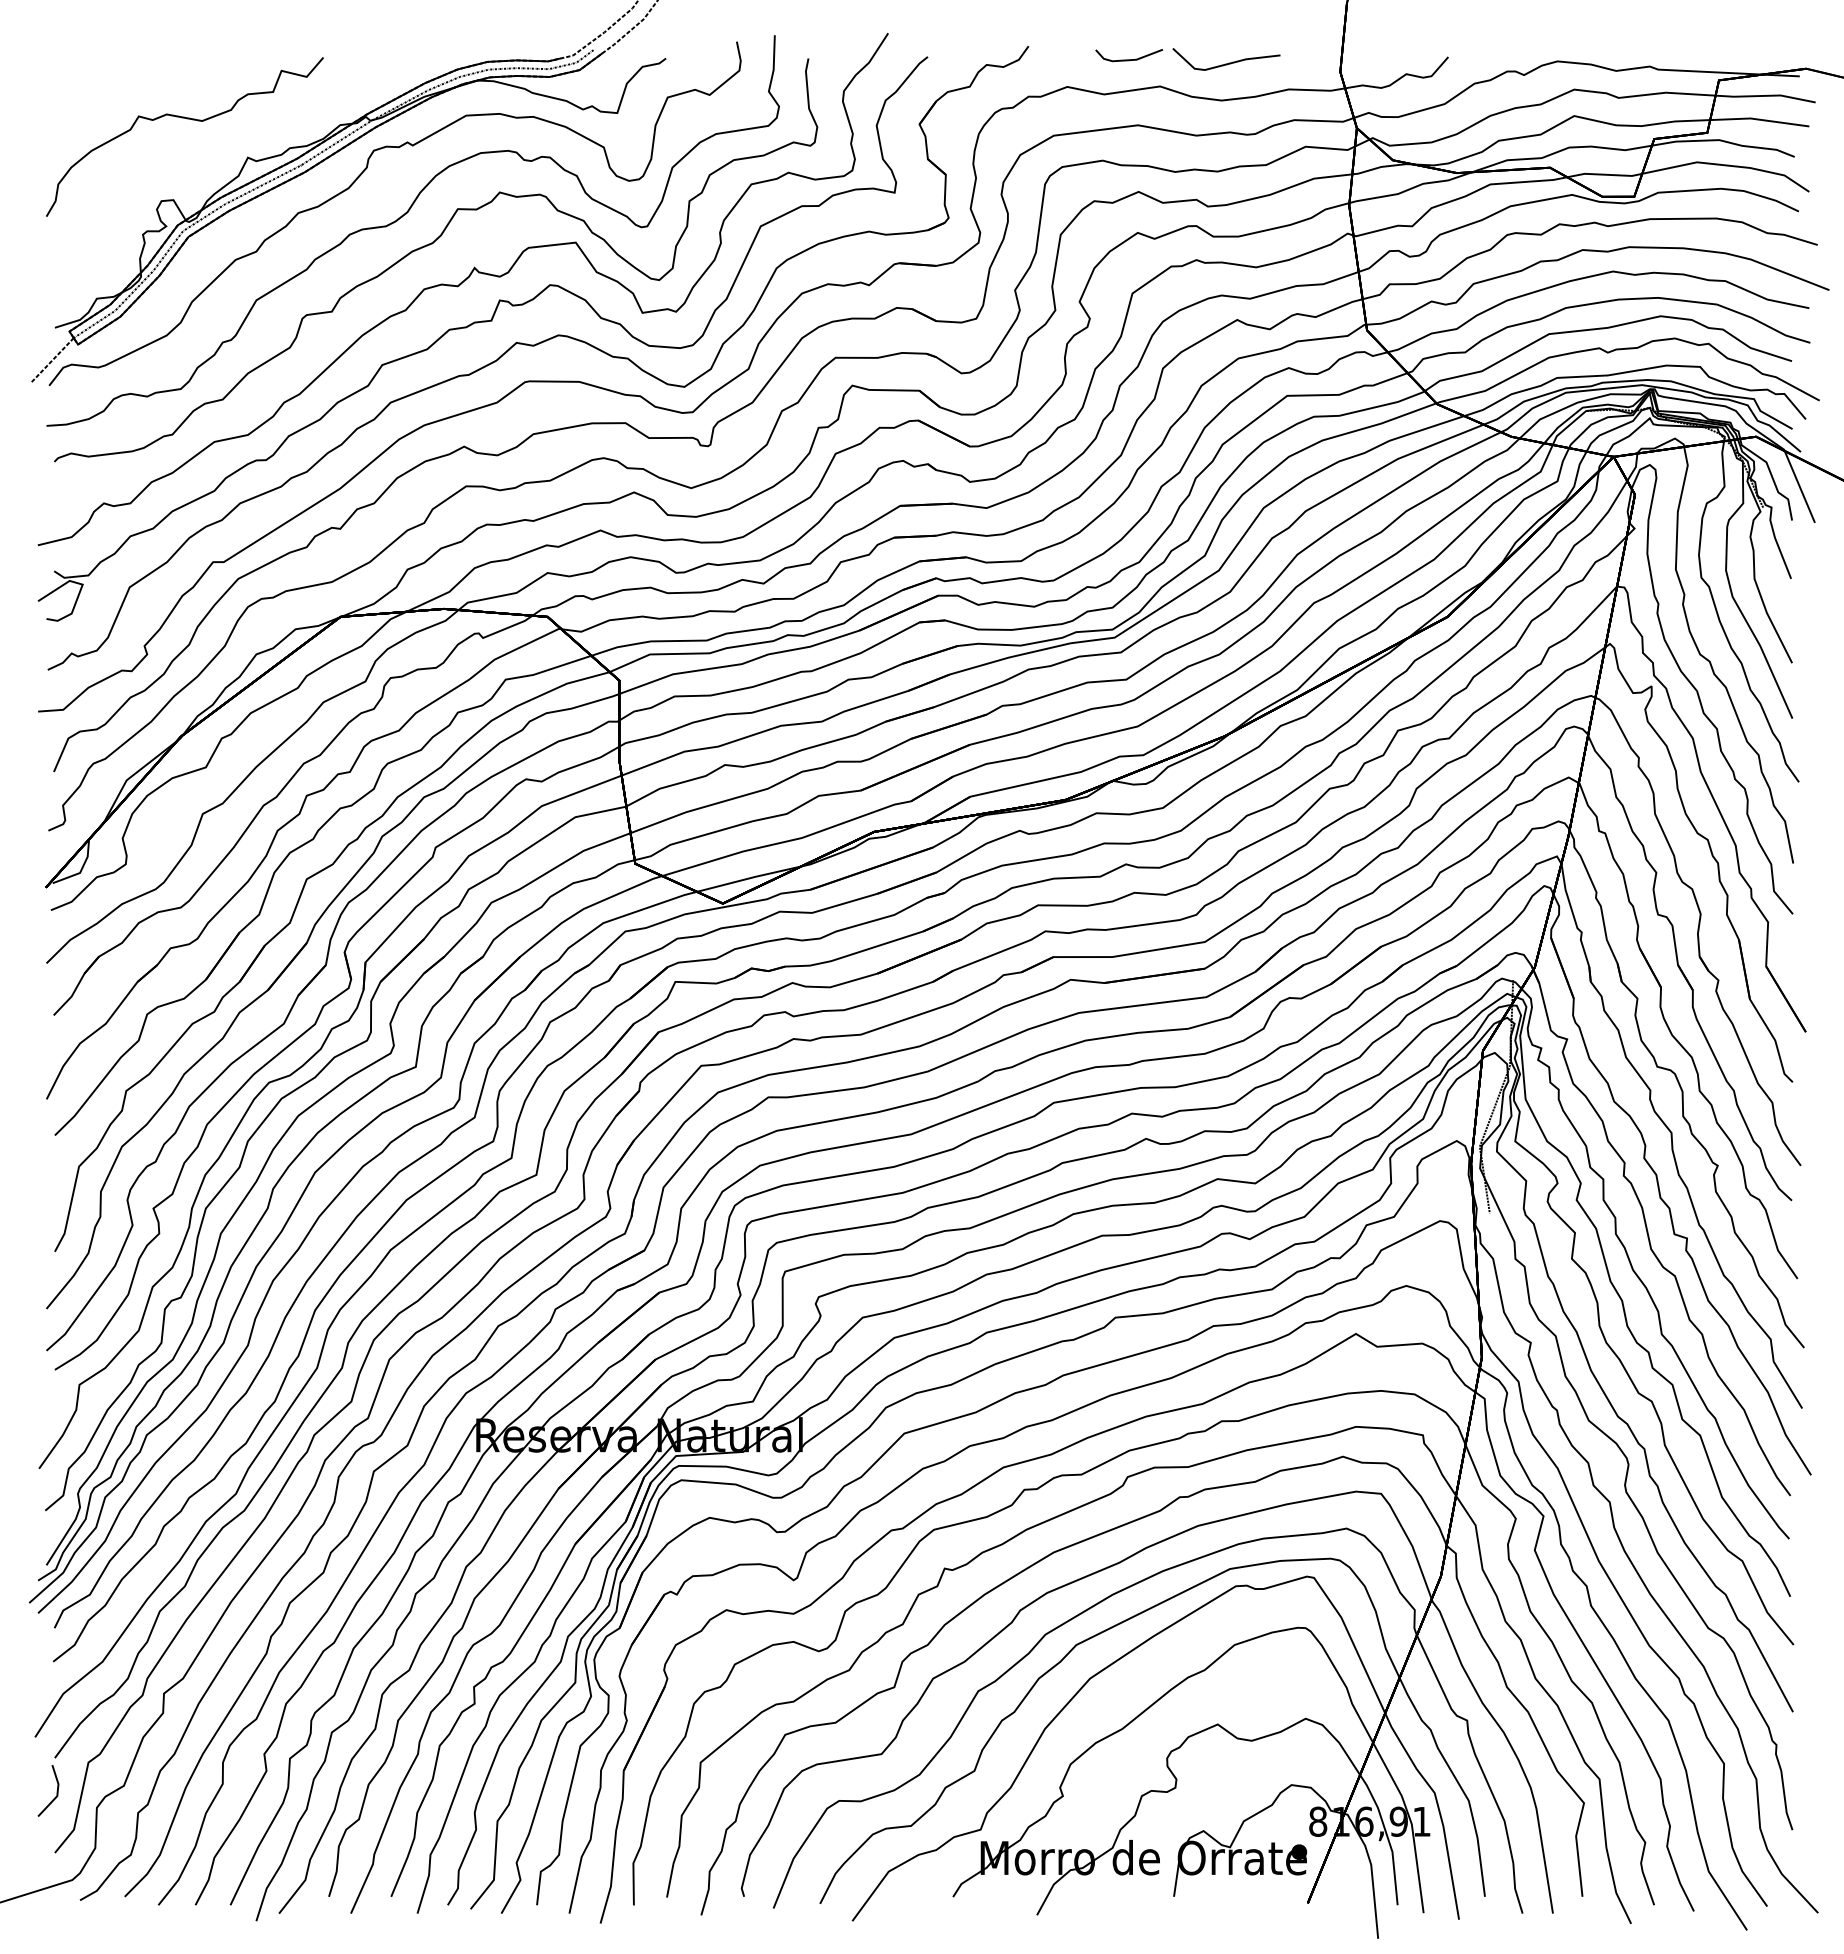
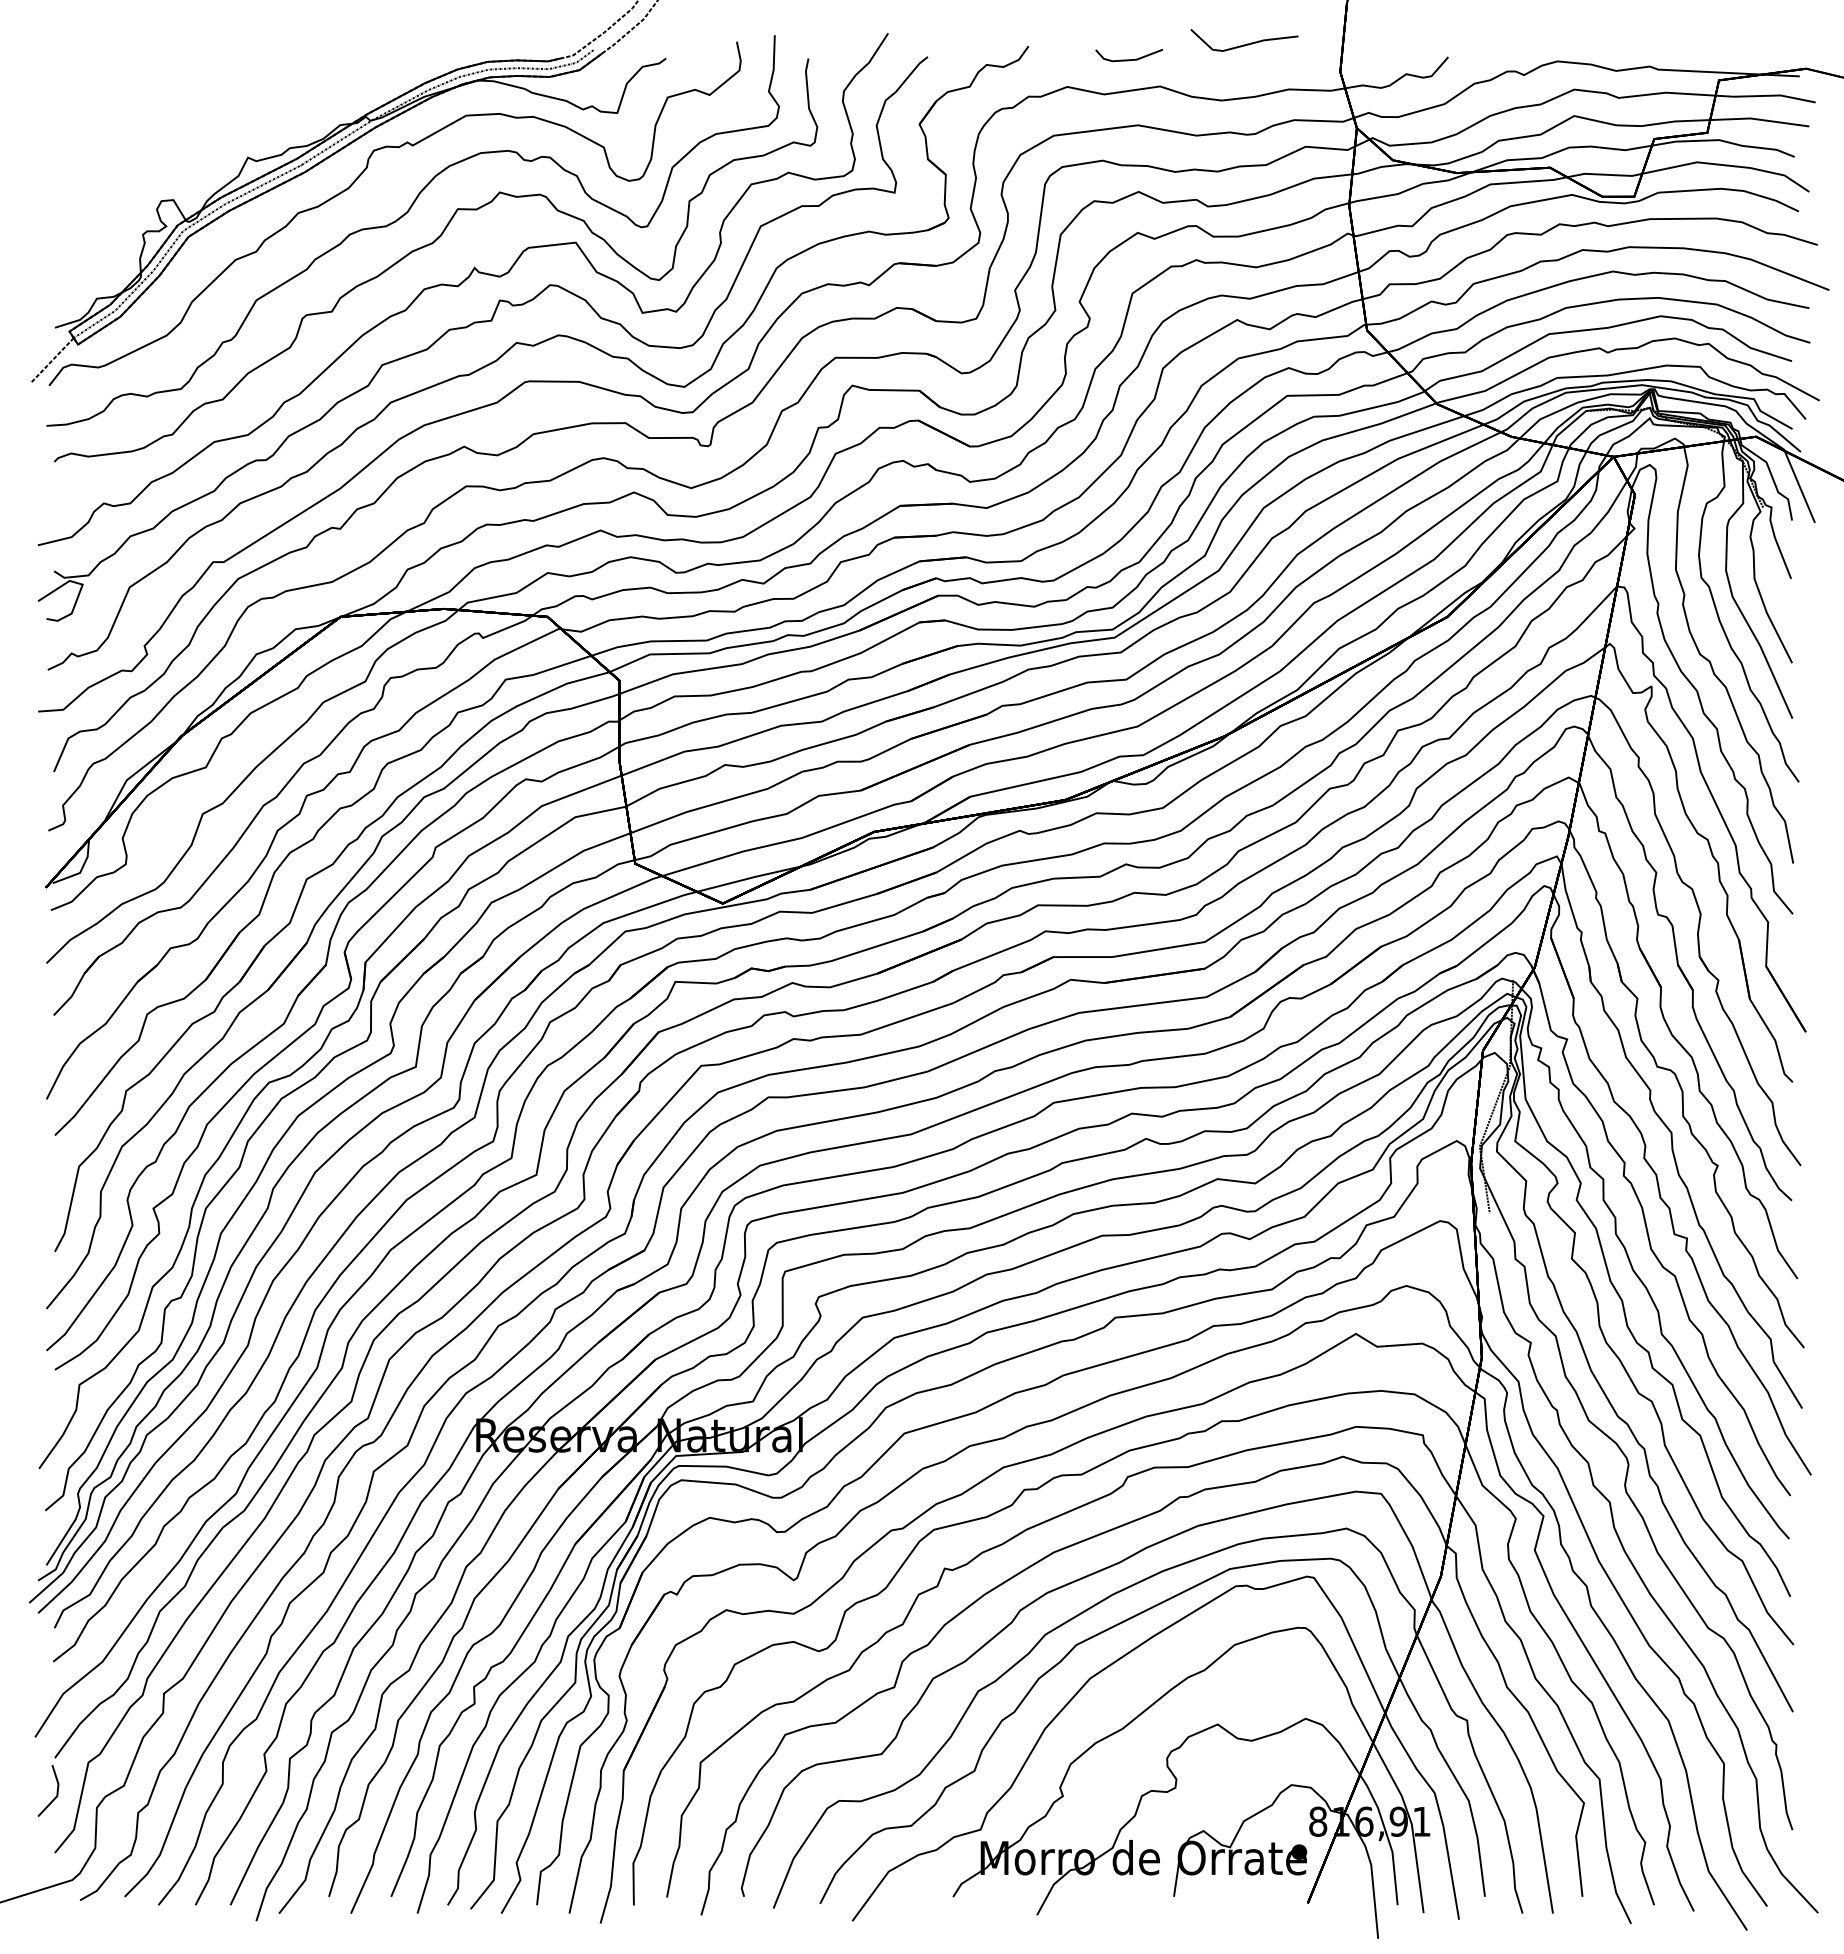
line at (1226, 63) position: (1226, 63) -> (1244, 44)
curve at (187, 119): present -> none
